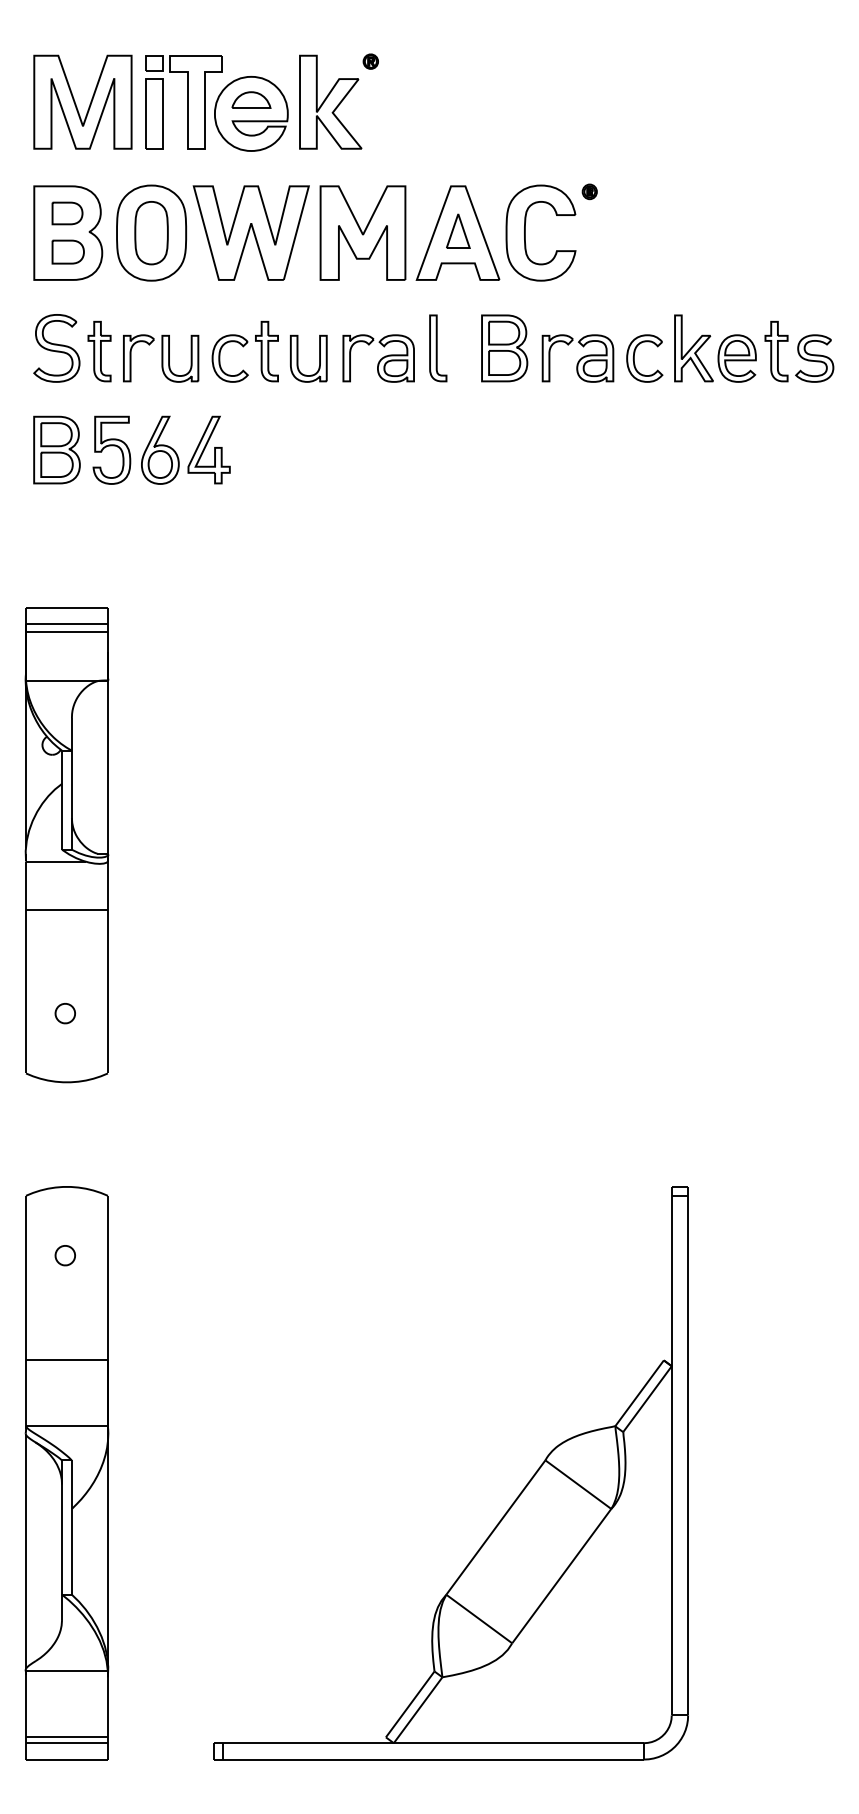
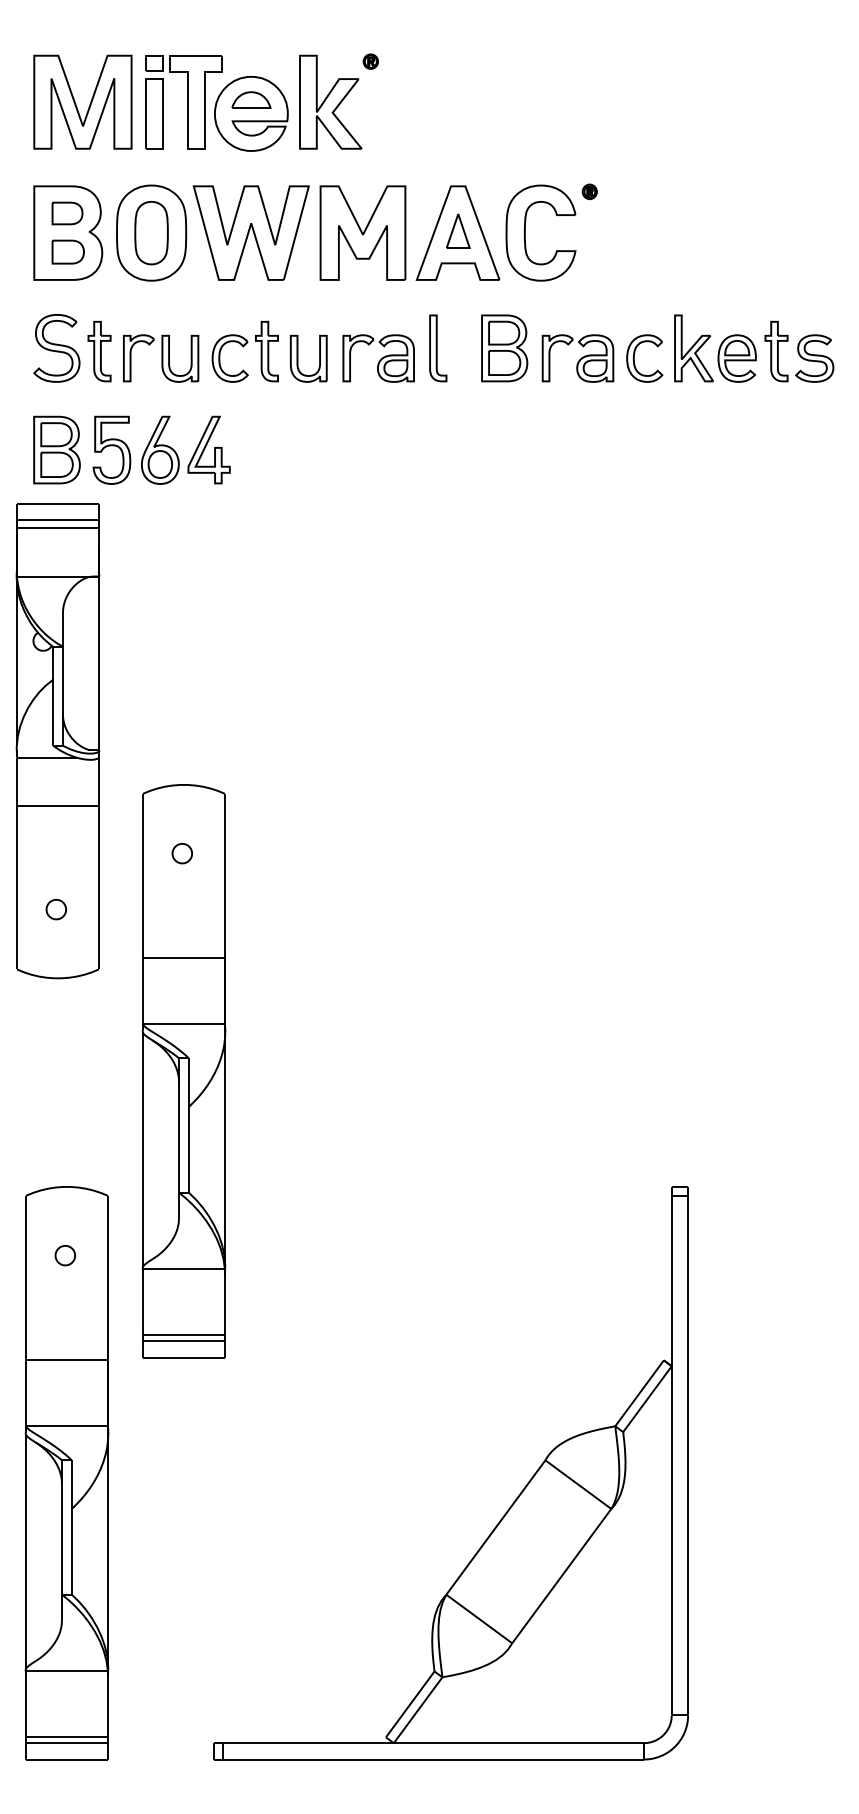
part at (66, 845) position: (66, 845) -> (57, 741)
part at (183, 1071): none -> present
